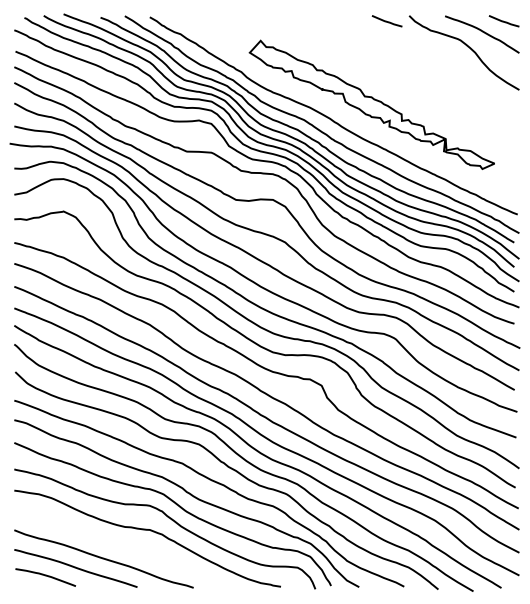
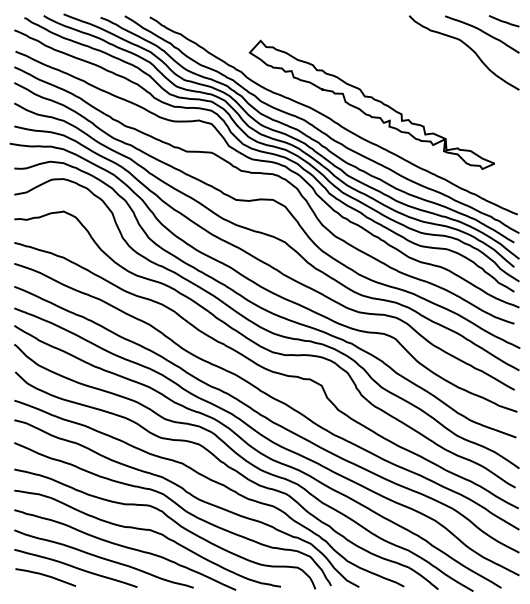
line at (386, 21): present -> none
curve at (126, 548): none -> present
